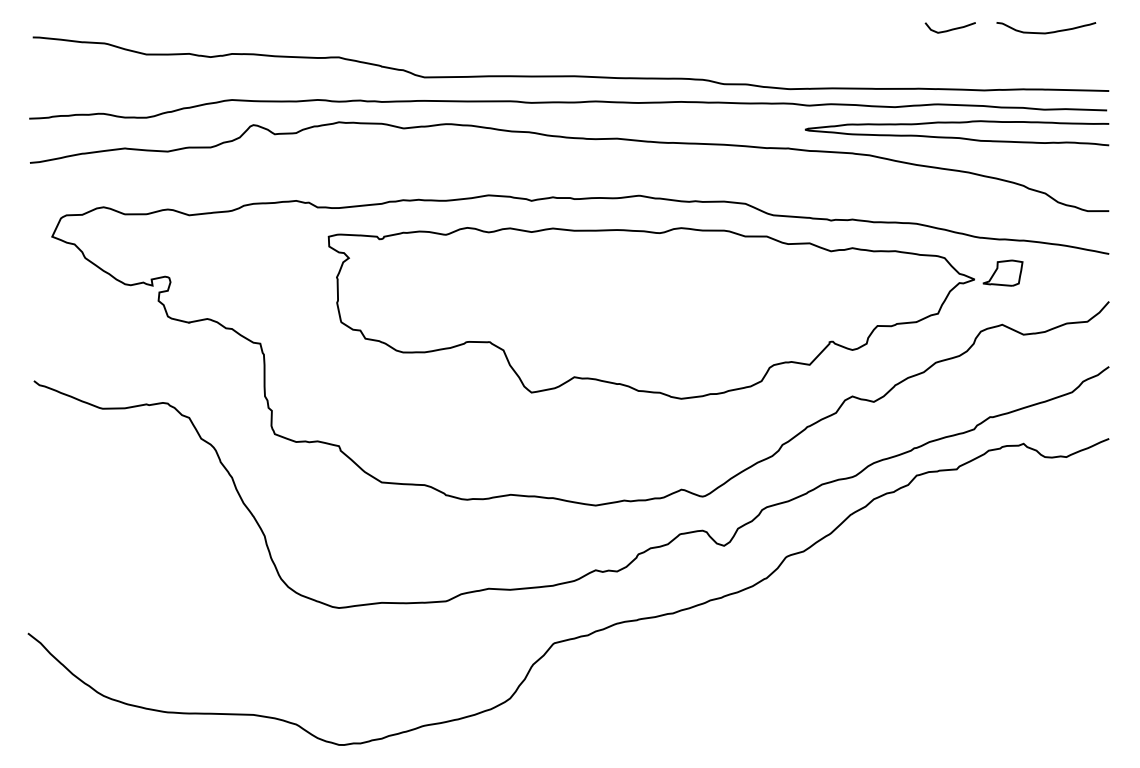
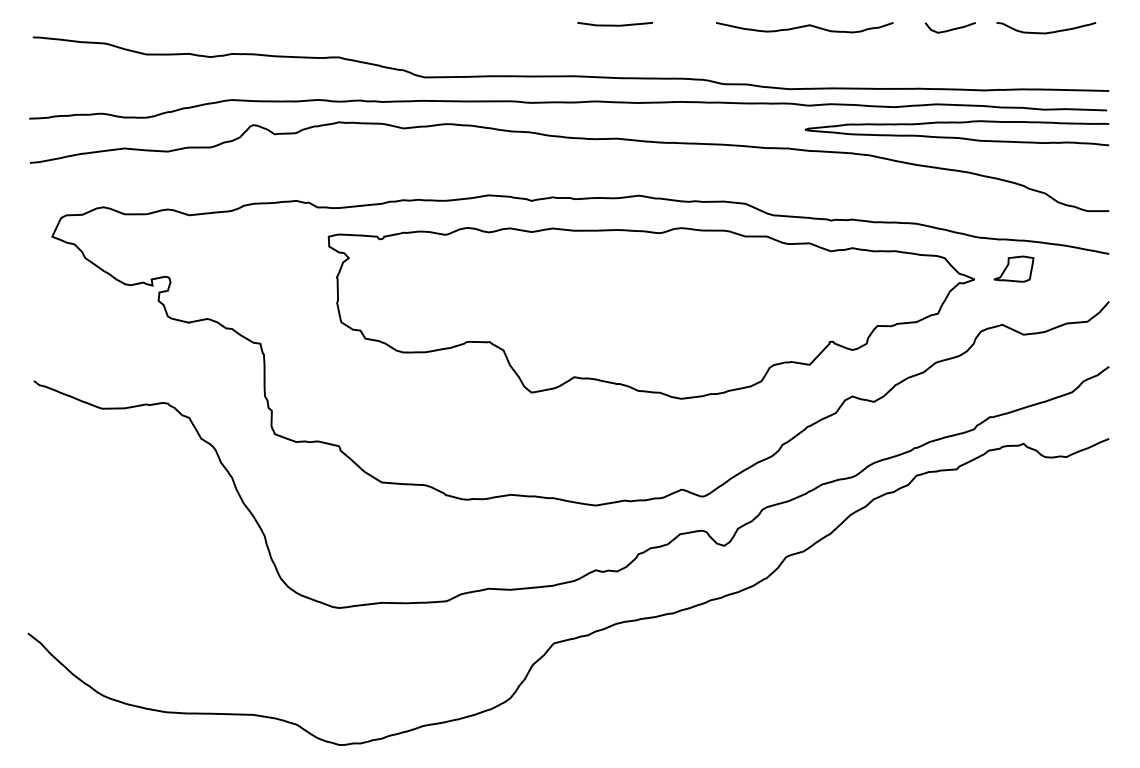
curve at (614, 24): none -> present
curve at (804, 27): none -> present
part at (1002, 272) position: (1002, 272) -> (1013, 268)
